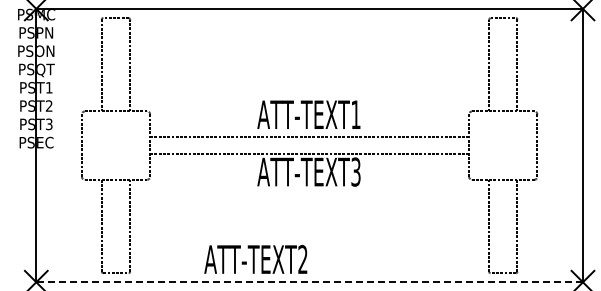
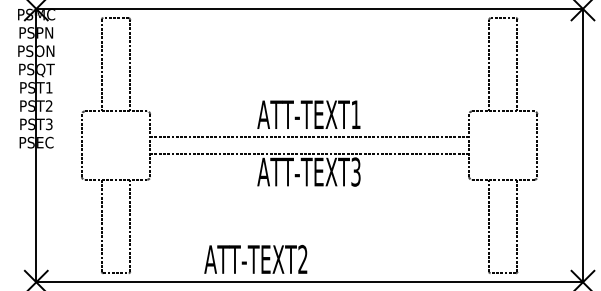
line at (309, 282): dashed -> solid
